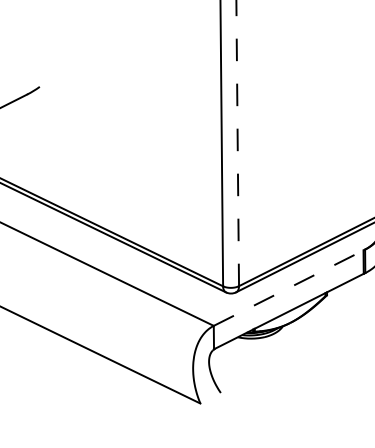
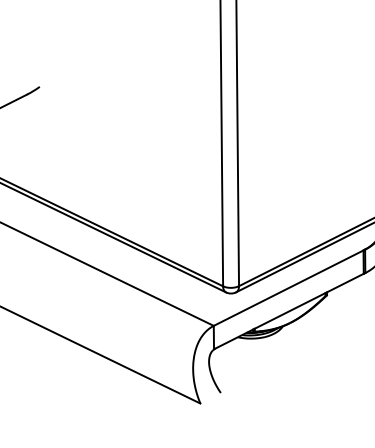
line at (237, 143): dashed -> solid
line at (289, 287): dashed -> solid
